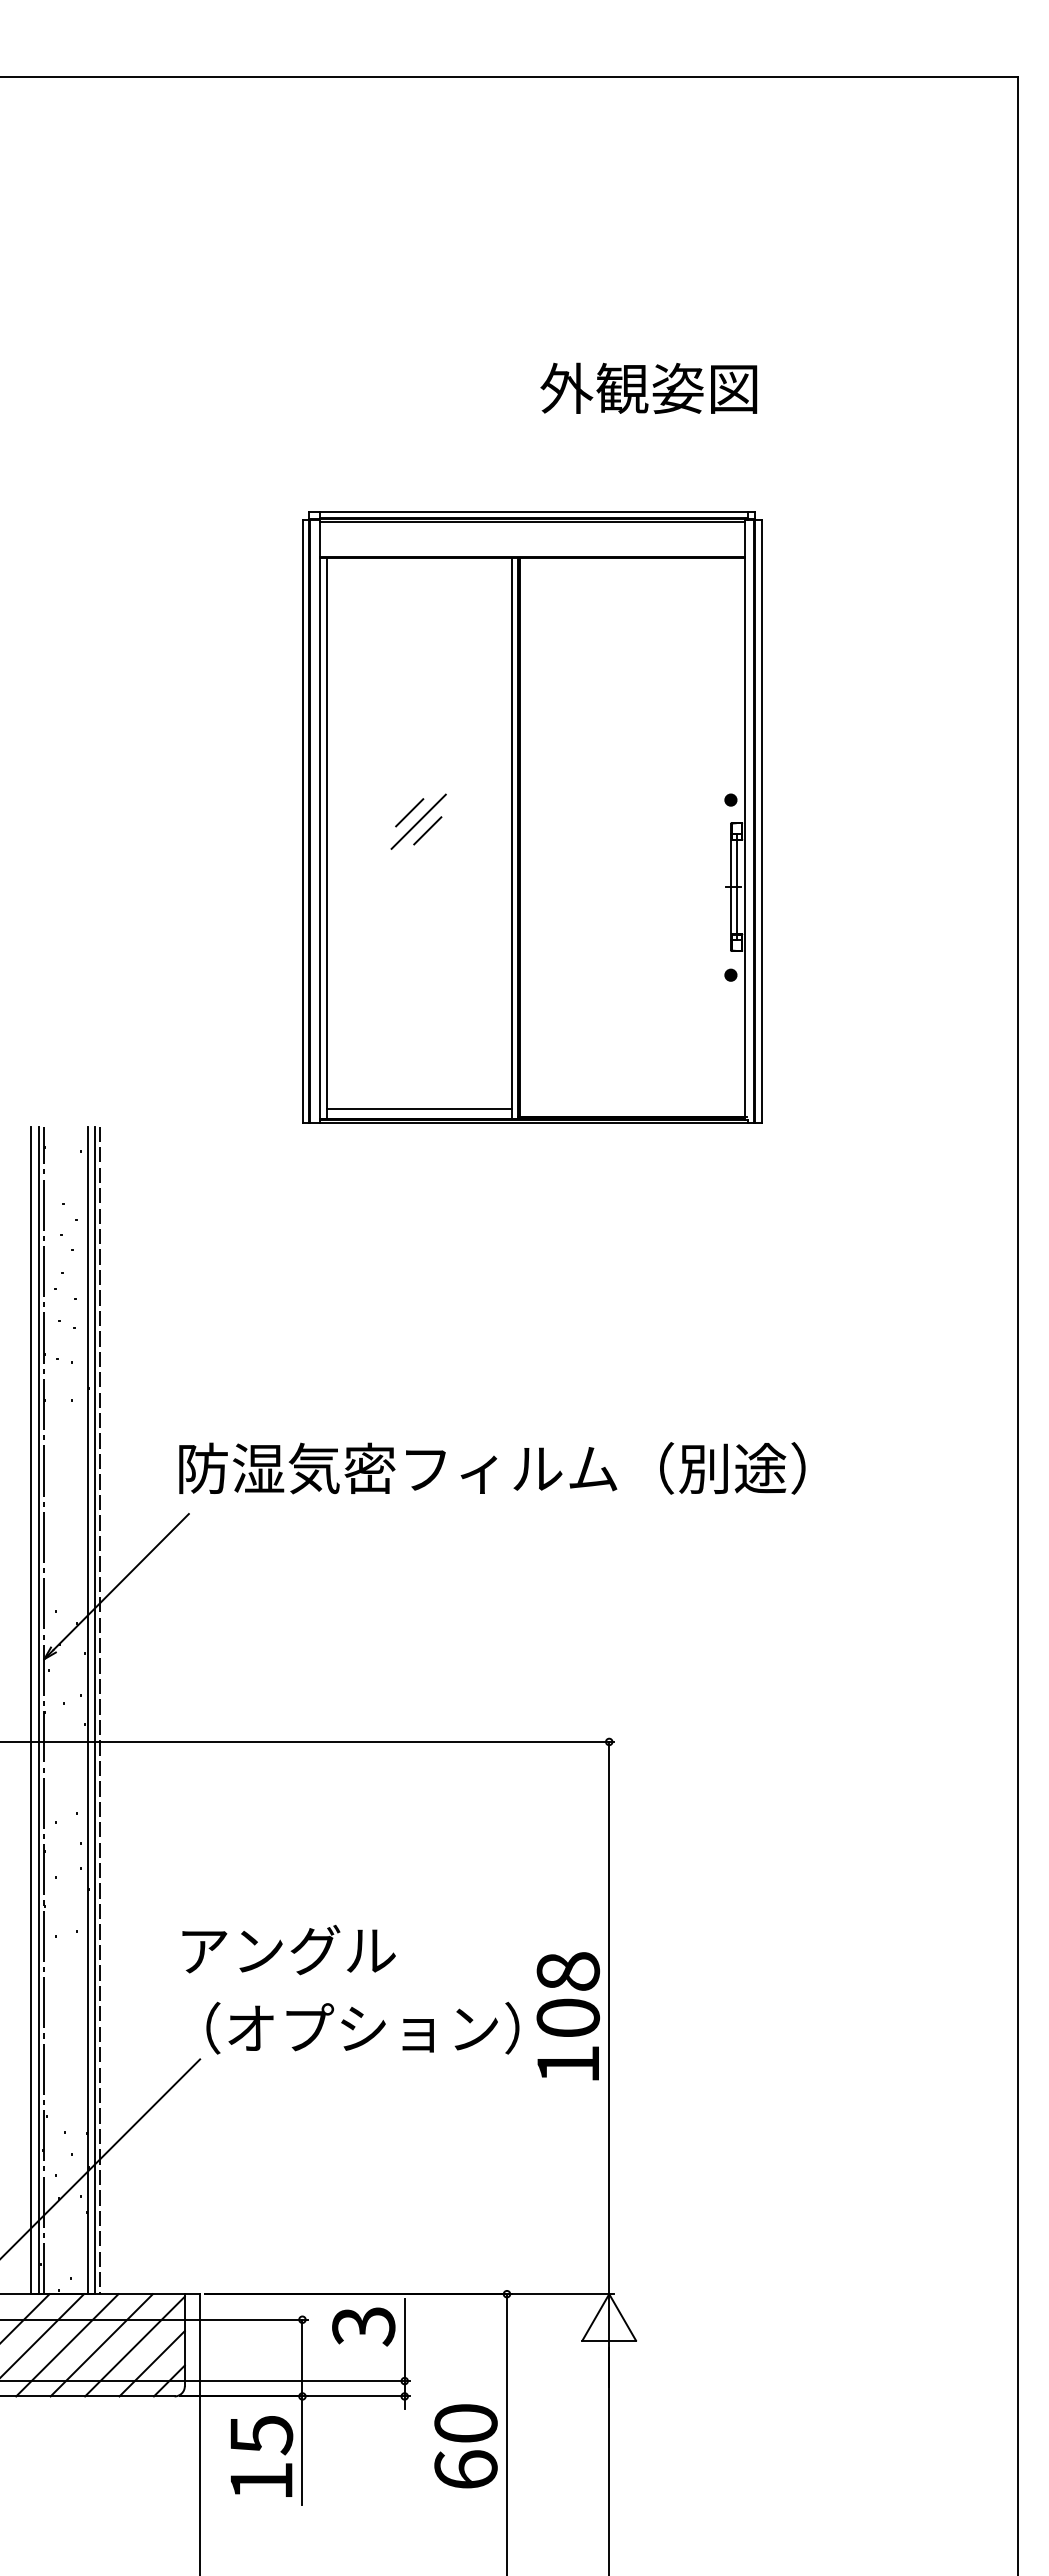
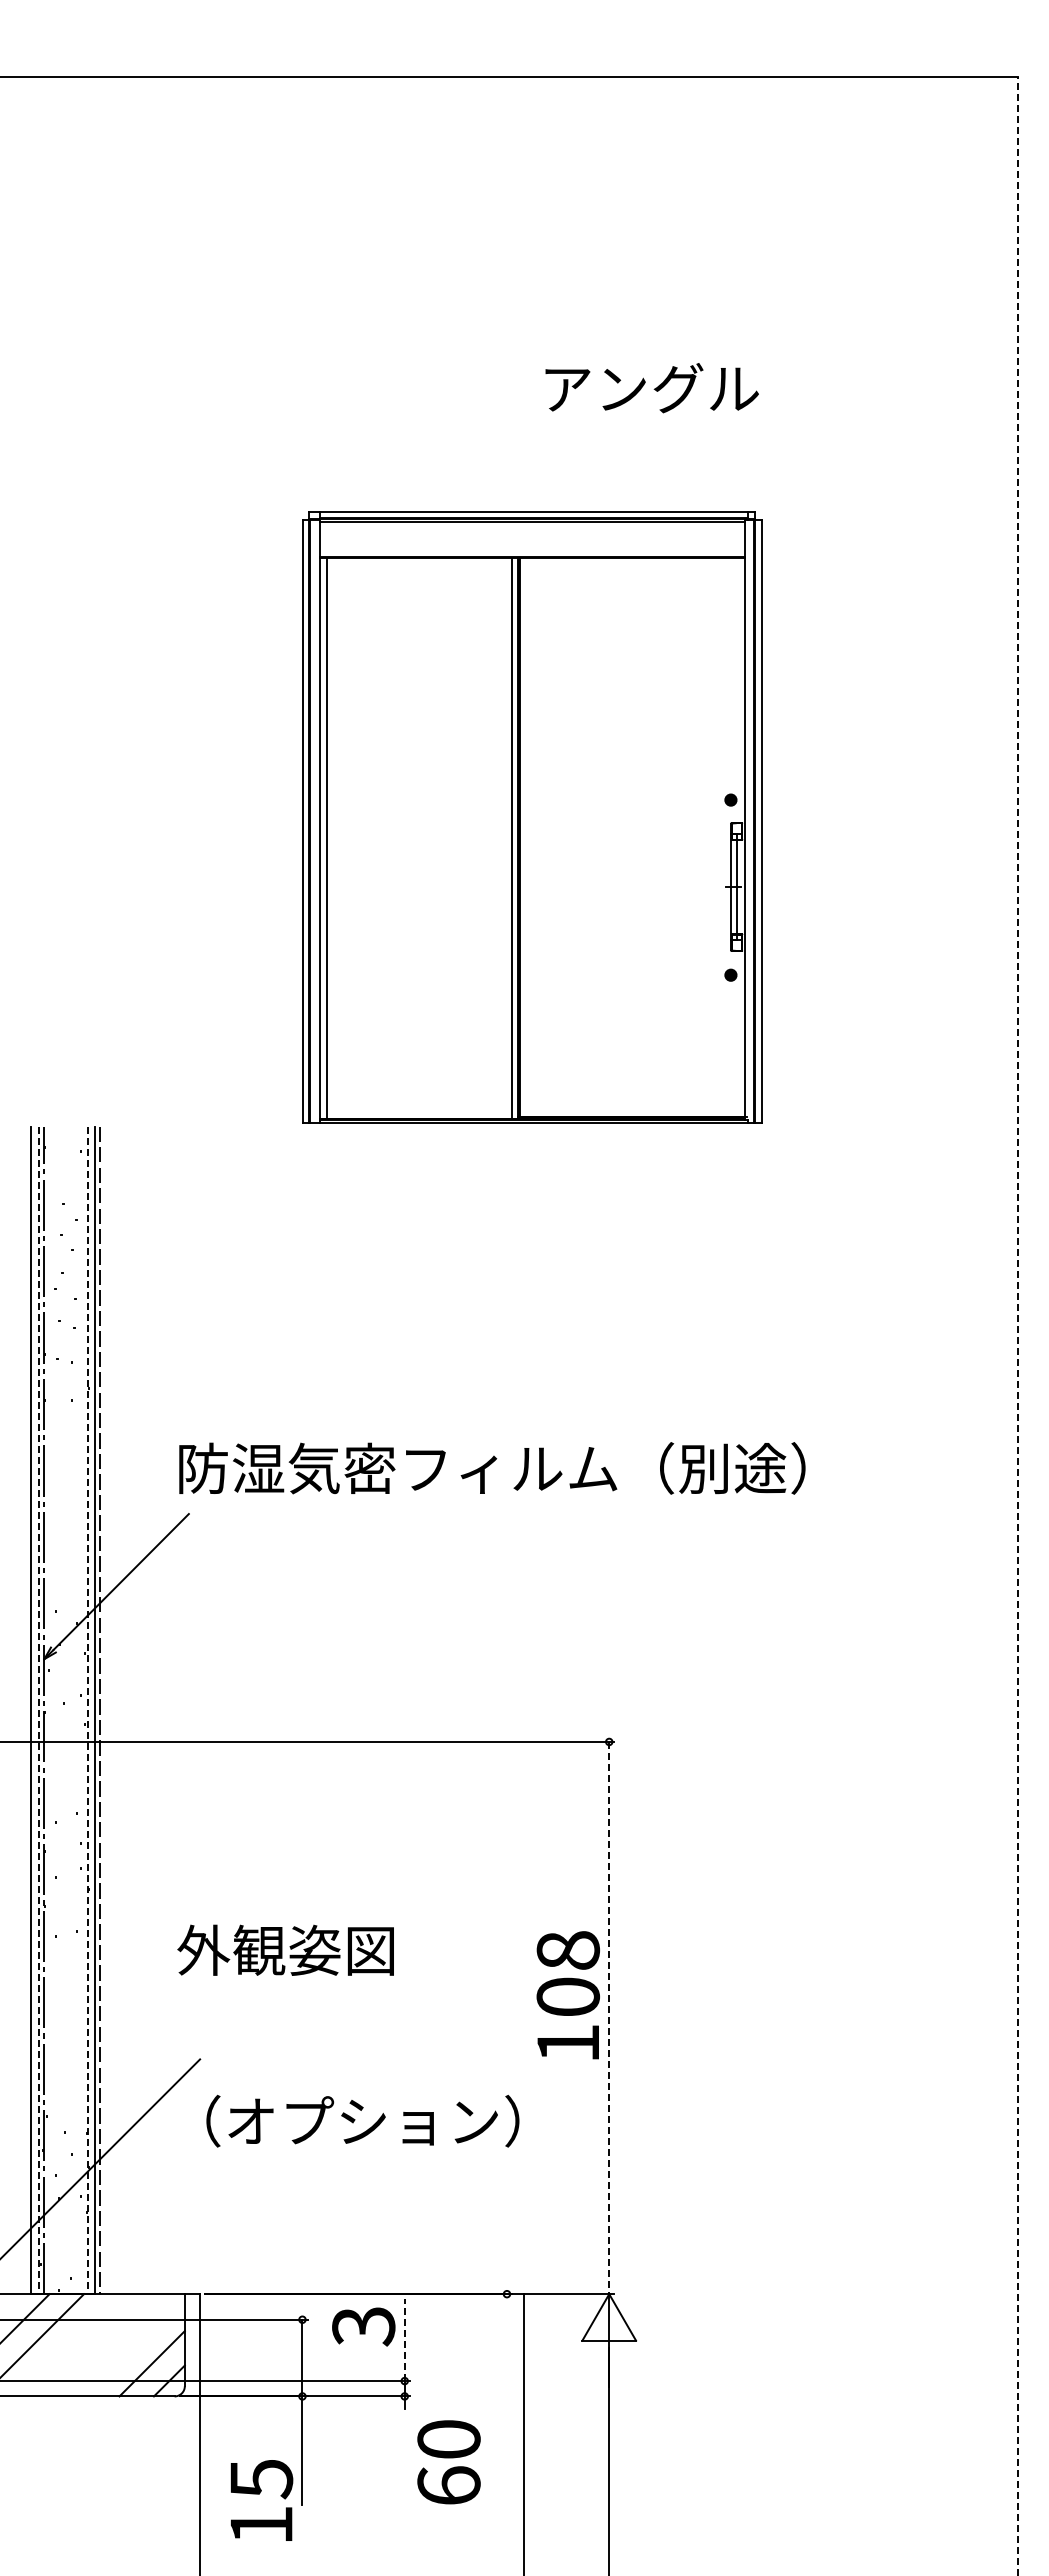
text at (649, 387): 外観姿図 -> アングル
line at (409, 812): present -> none
line at (418, 821): present -> none
line at (427, 830): present -> none
line at (418, 1108): present -> none
line at (1017, 1326): solid -> dashed
line at (39, 1710): solid -> dashed
line at (87, 1710): solid -> dashed
text at (286, 1949): アングル -> 外観姿図
text at (567, 2016) position: (567, 2016) -> (567, 1995)
line at (609, 2018): solid -> dashed
text at (362, 2027) position: (362, 2027) -> (362, 2120)
line at (404, 2339): solid -> dashed
line at (67, 2345): present -> none
line at (101, 2345): present -> none
line at (134, 2346): present -> none
line at (506, 2433) position: (506, 2433) -> (523, 2433)
text at (465, 2446) position: (465, 2446) -> (448, 2462)
text at (261, 2456) position: (261, 2456) -> (261, 2500)
